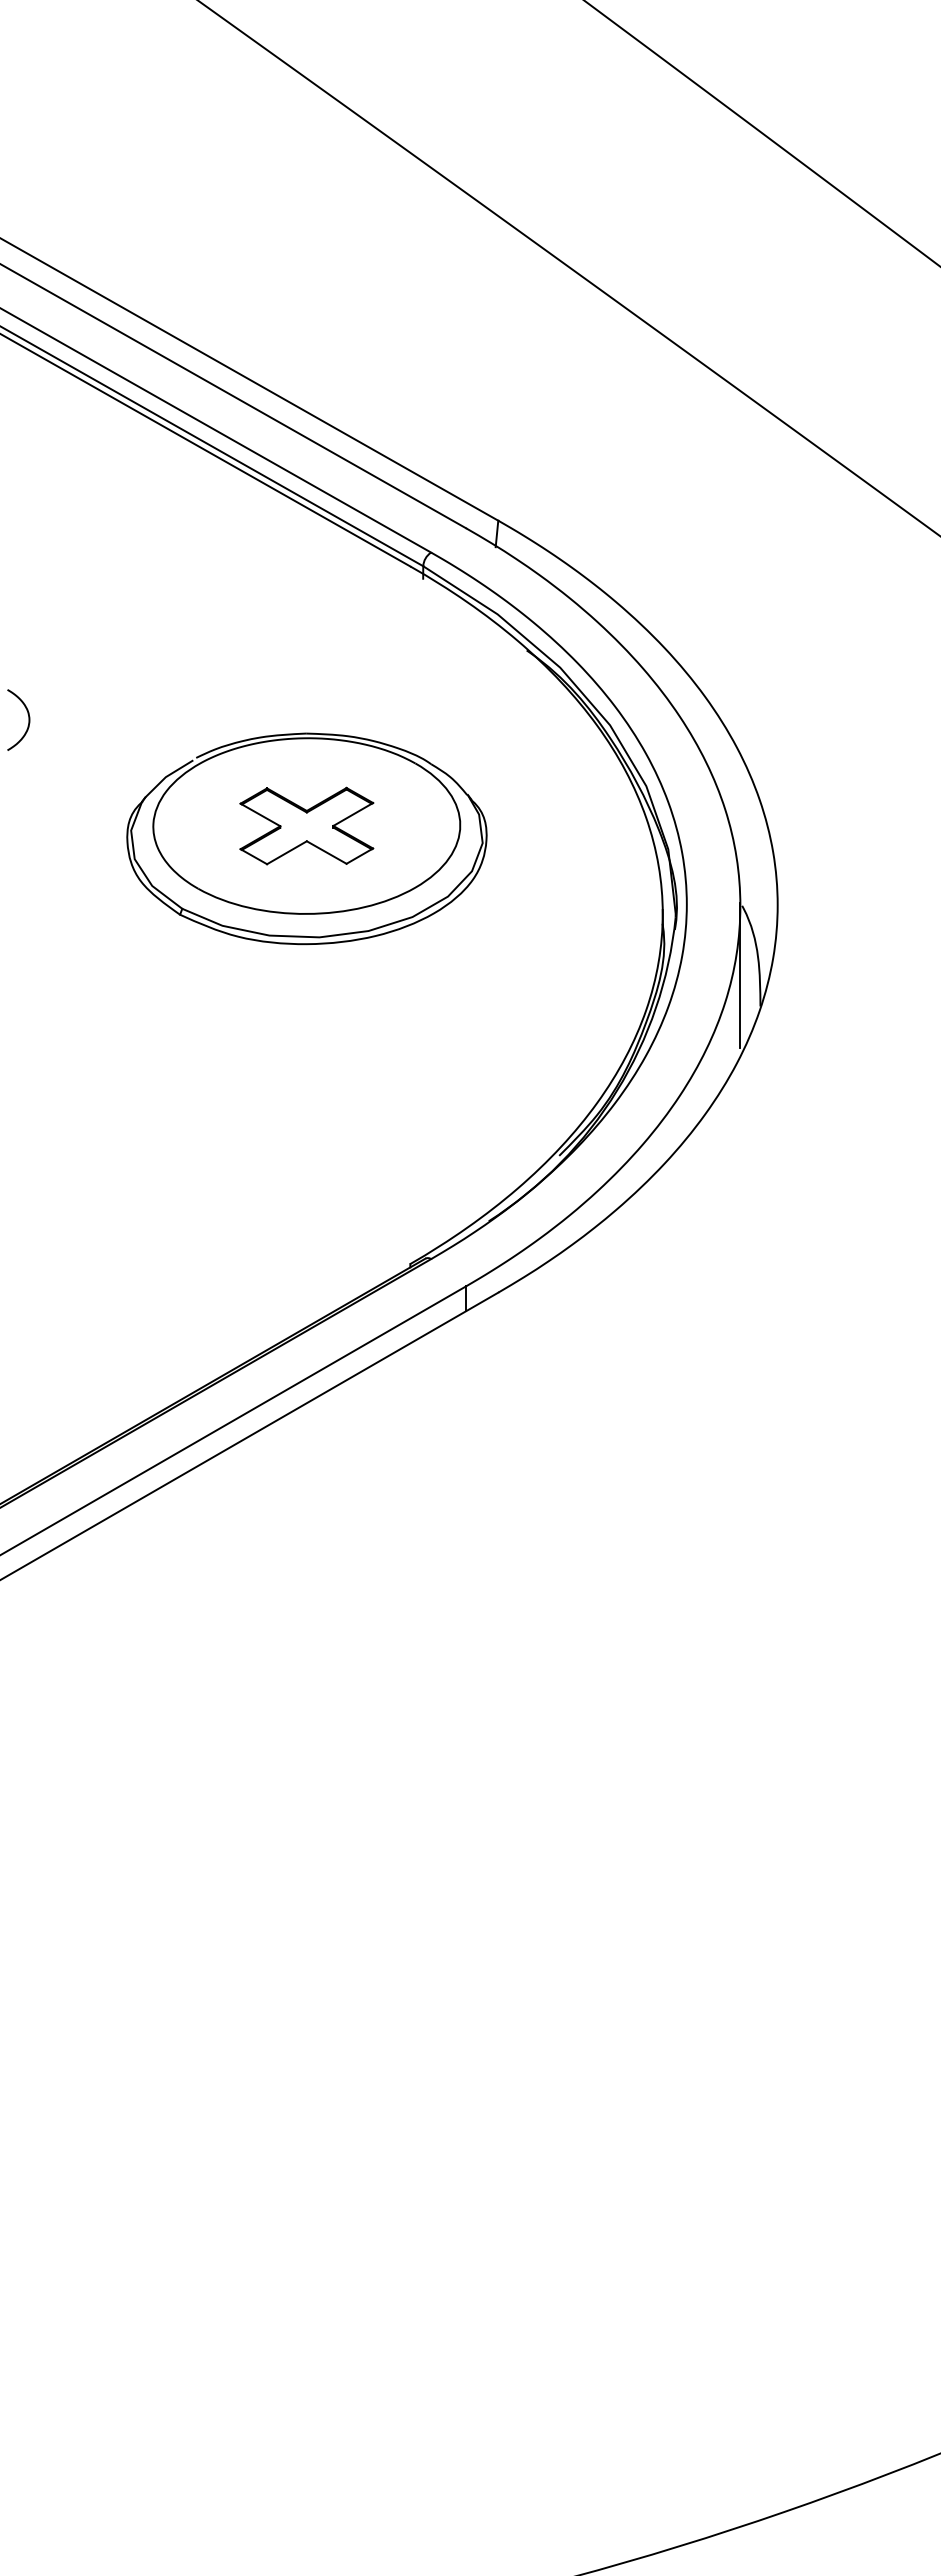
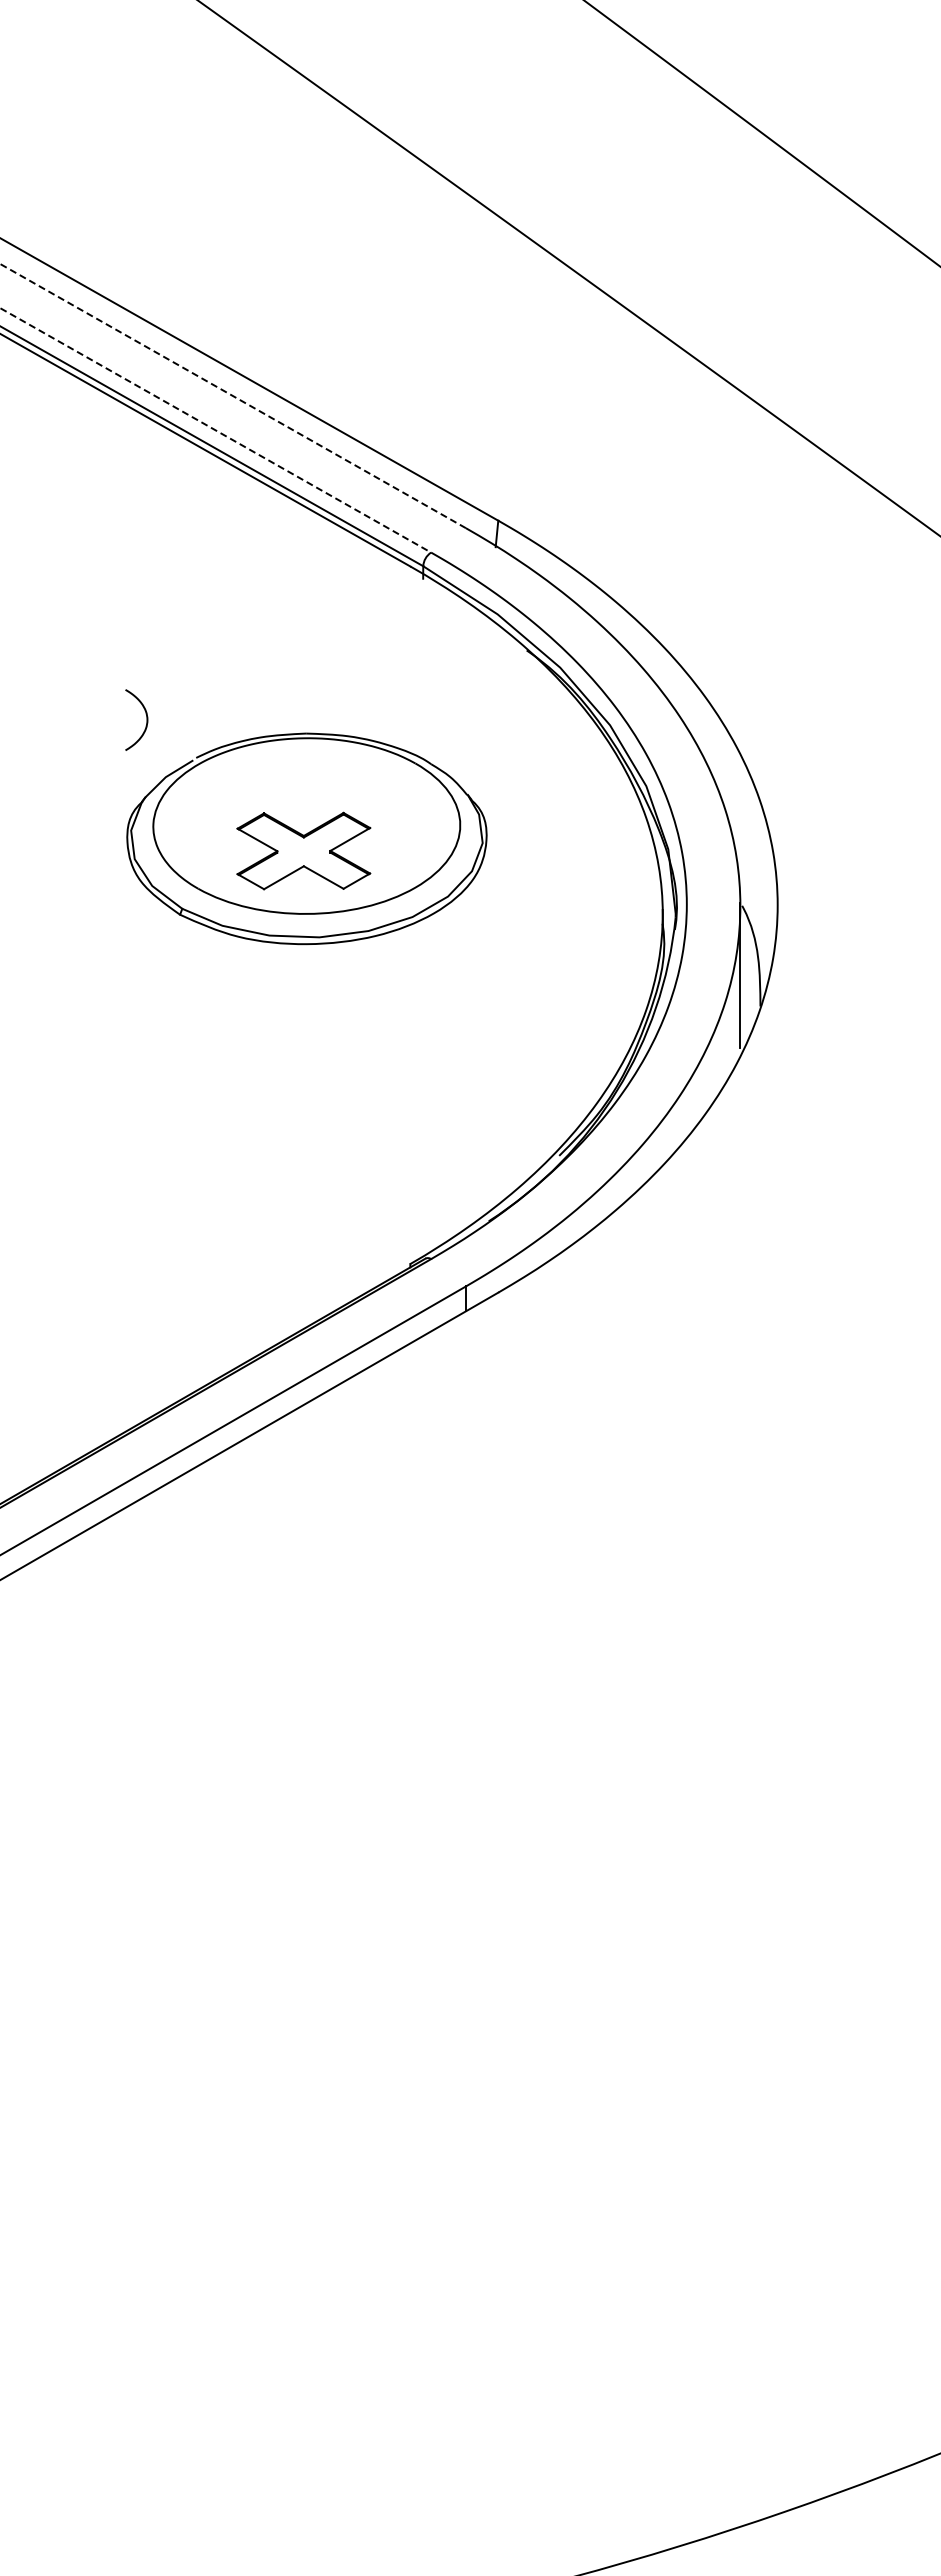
line at (232, 396): solid -> dashed
line at (215, 430): solid -> dashed
curve at (28, 719) position: (28, 719) -> (146, 719)
part at (306, 825) position: (306, 825) -> (303, 850)
